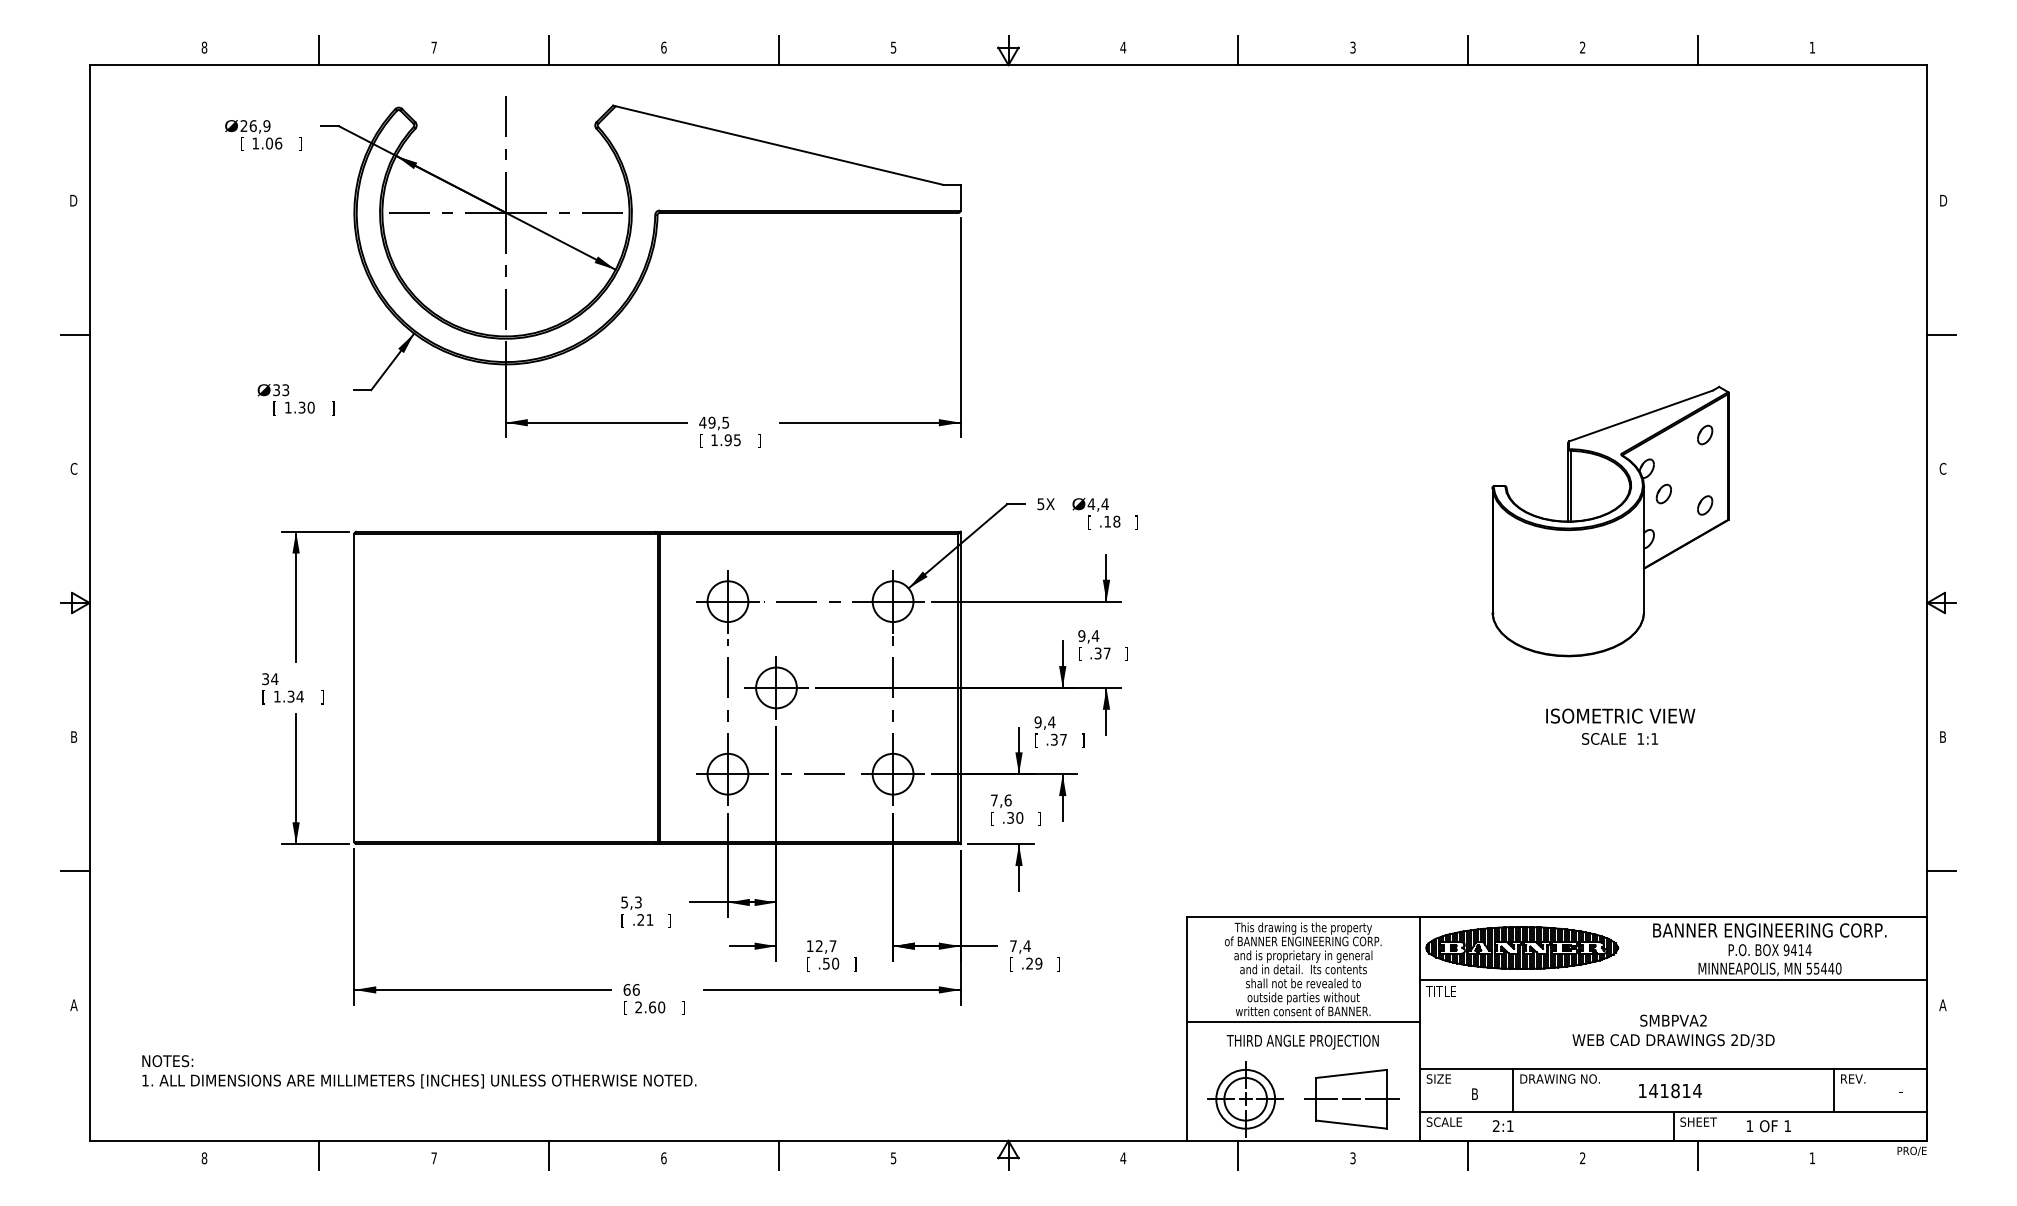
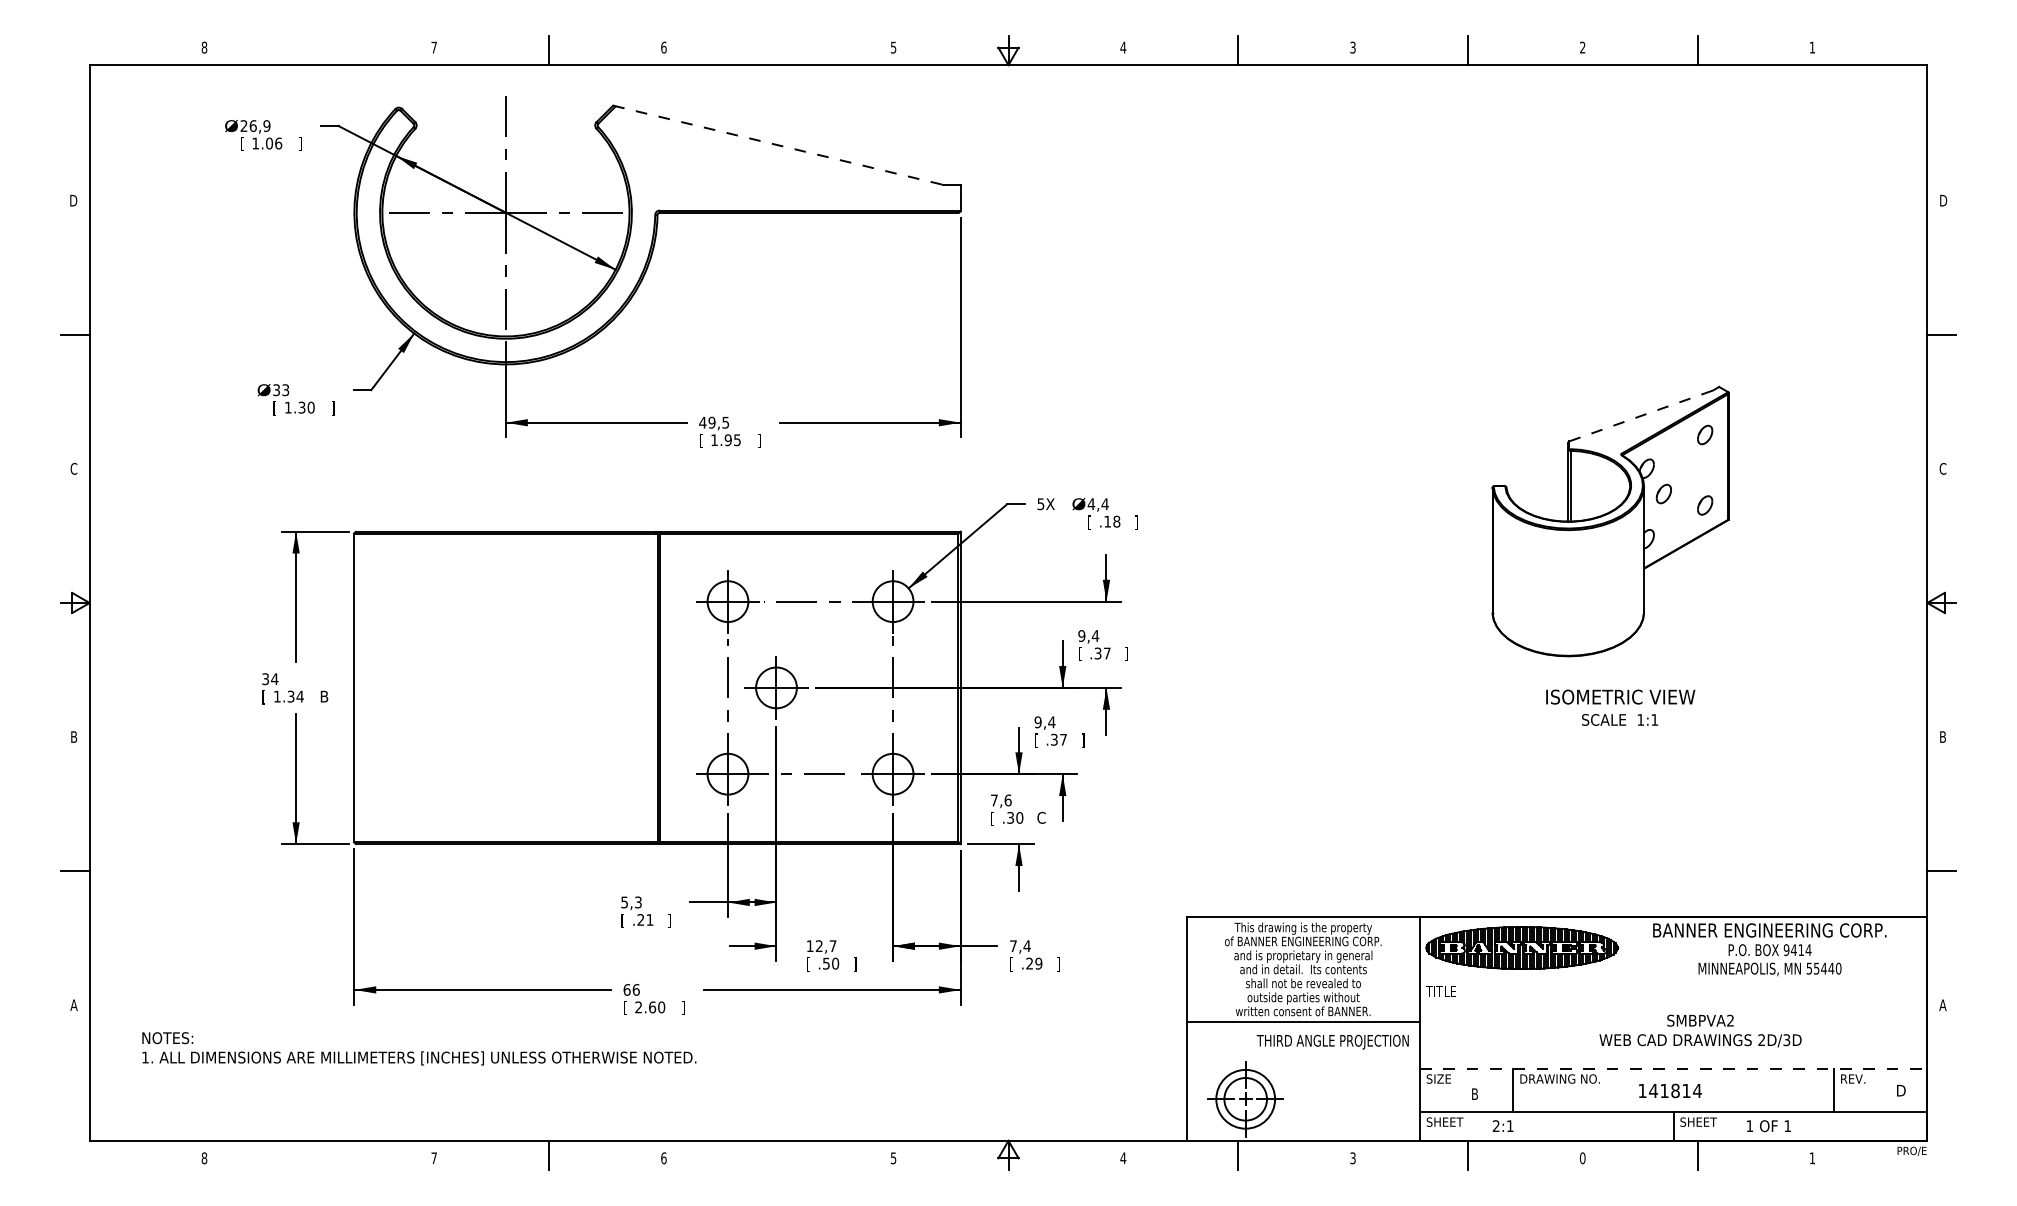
line at (319, 50): present -> none
line at (778, 50): present -> none
line at (778, 145): solid -> dashed
line at (1641, 415): solid -> dashed
text at (324, 697): ] -> B
text at (1620, 726) position: (1620, 726) -> (1620, 707)
text at (1041, 818): ] -> C
line at (1673, 979): present -> none
text at (1673, 1030) position: (1673, 1030) -> (1700, 1030)
text at (1302, 1041) position: (1302, 1041) -> (1332, 1041)
line at (1673, 1068): solid -> dashed
text at (419, 1071) position: (419, 1071) -> (419, 1048)
text at (1901, 1090): - -> D
part at (1351, 1099): present -> none
text at (1448, 1121): SCALE -> SHEET
line at (319, 1154): present -> none
line at (778, 1154): present -> none
text at (1582, 1158): 2 -> 0
